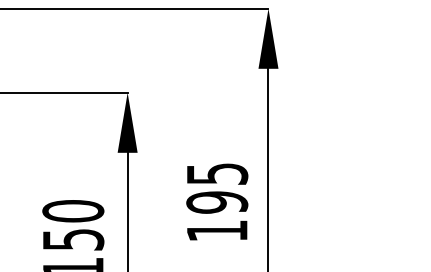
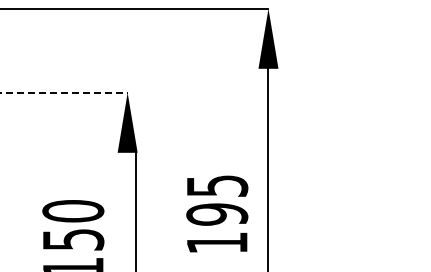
line at (63, 92): solid -> dashed
text at (217, 201) position: (217, 201) -> (217, 213)
line at (127, 210) position: (127, 210) -> (135, 210)
